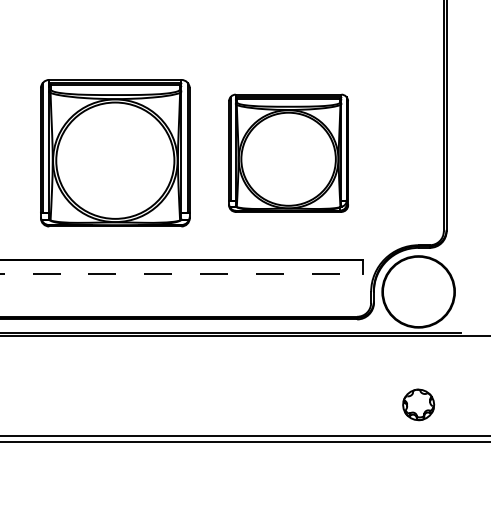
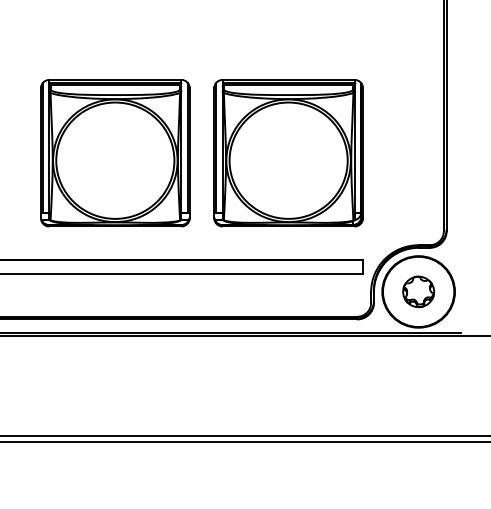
part at (288, 152) size: 121x120 px -> 151x149 px
line at (182, 273): dashed -> solid
part at (418, 404) position: (418, 404) -> (418, 291)
